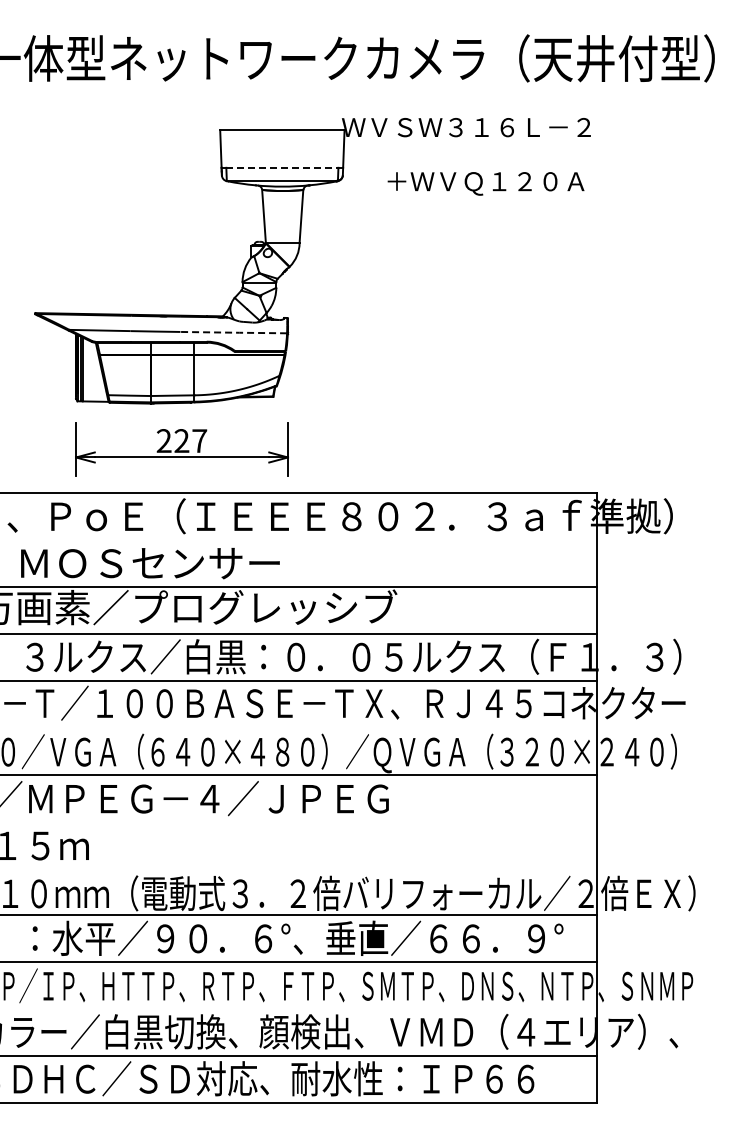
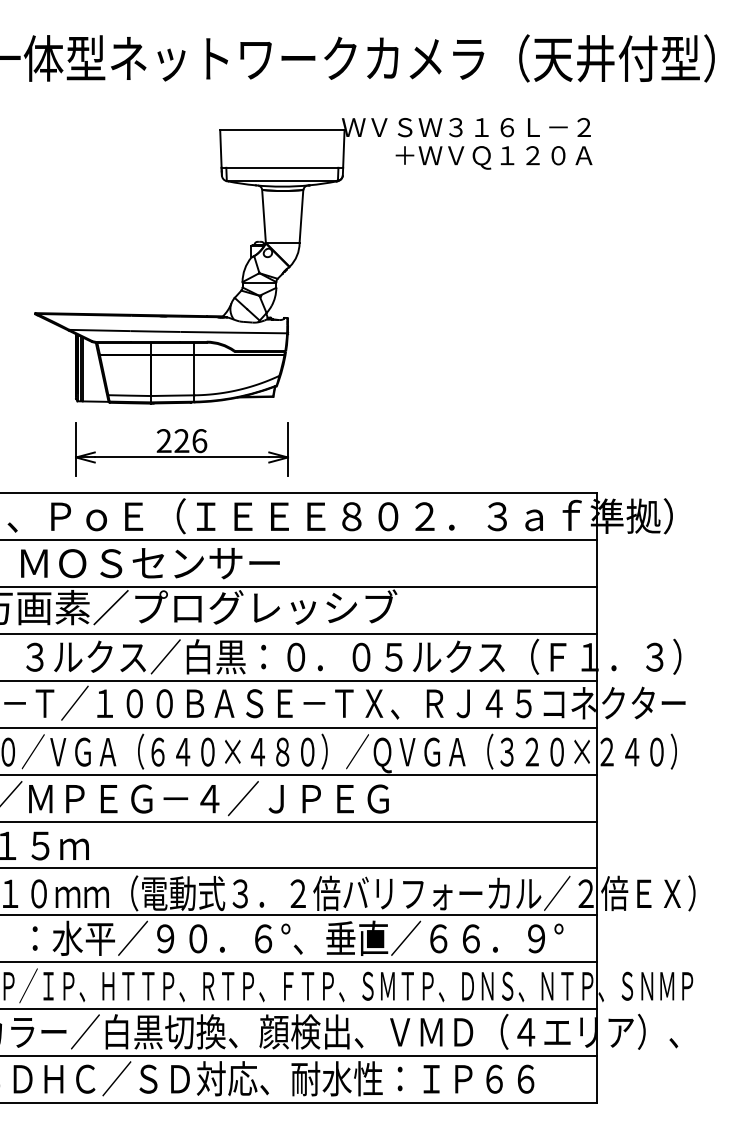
line at (282, 167): dashed -> solid
text at (485, 183) position: (485, 183) -> (493, 157)
line at (233, 332): dashed -> solid
text at (199, 441): 227 -> 226
line at (299, 540): none -> present
line at (299, 727): none -> present
line at (299, 821): none -> present
line at (299, 868): none -> present
line at (299, 1009): none -> present
